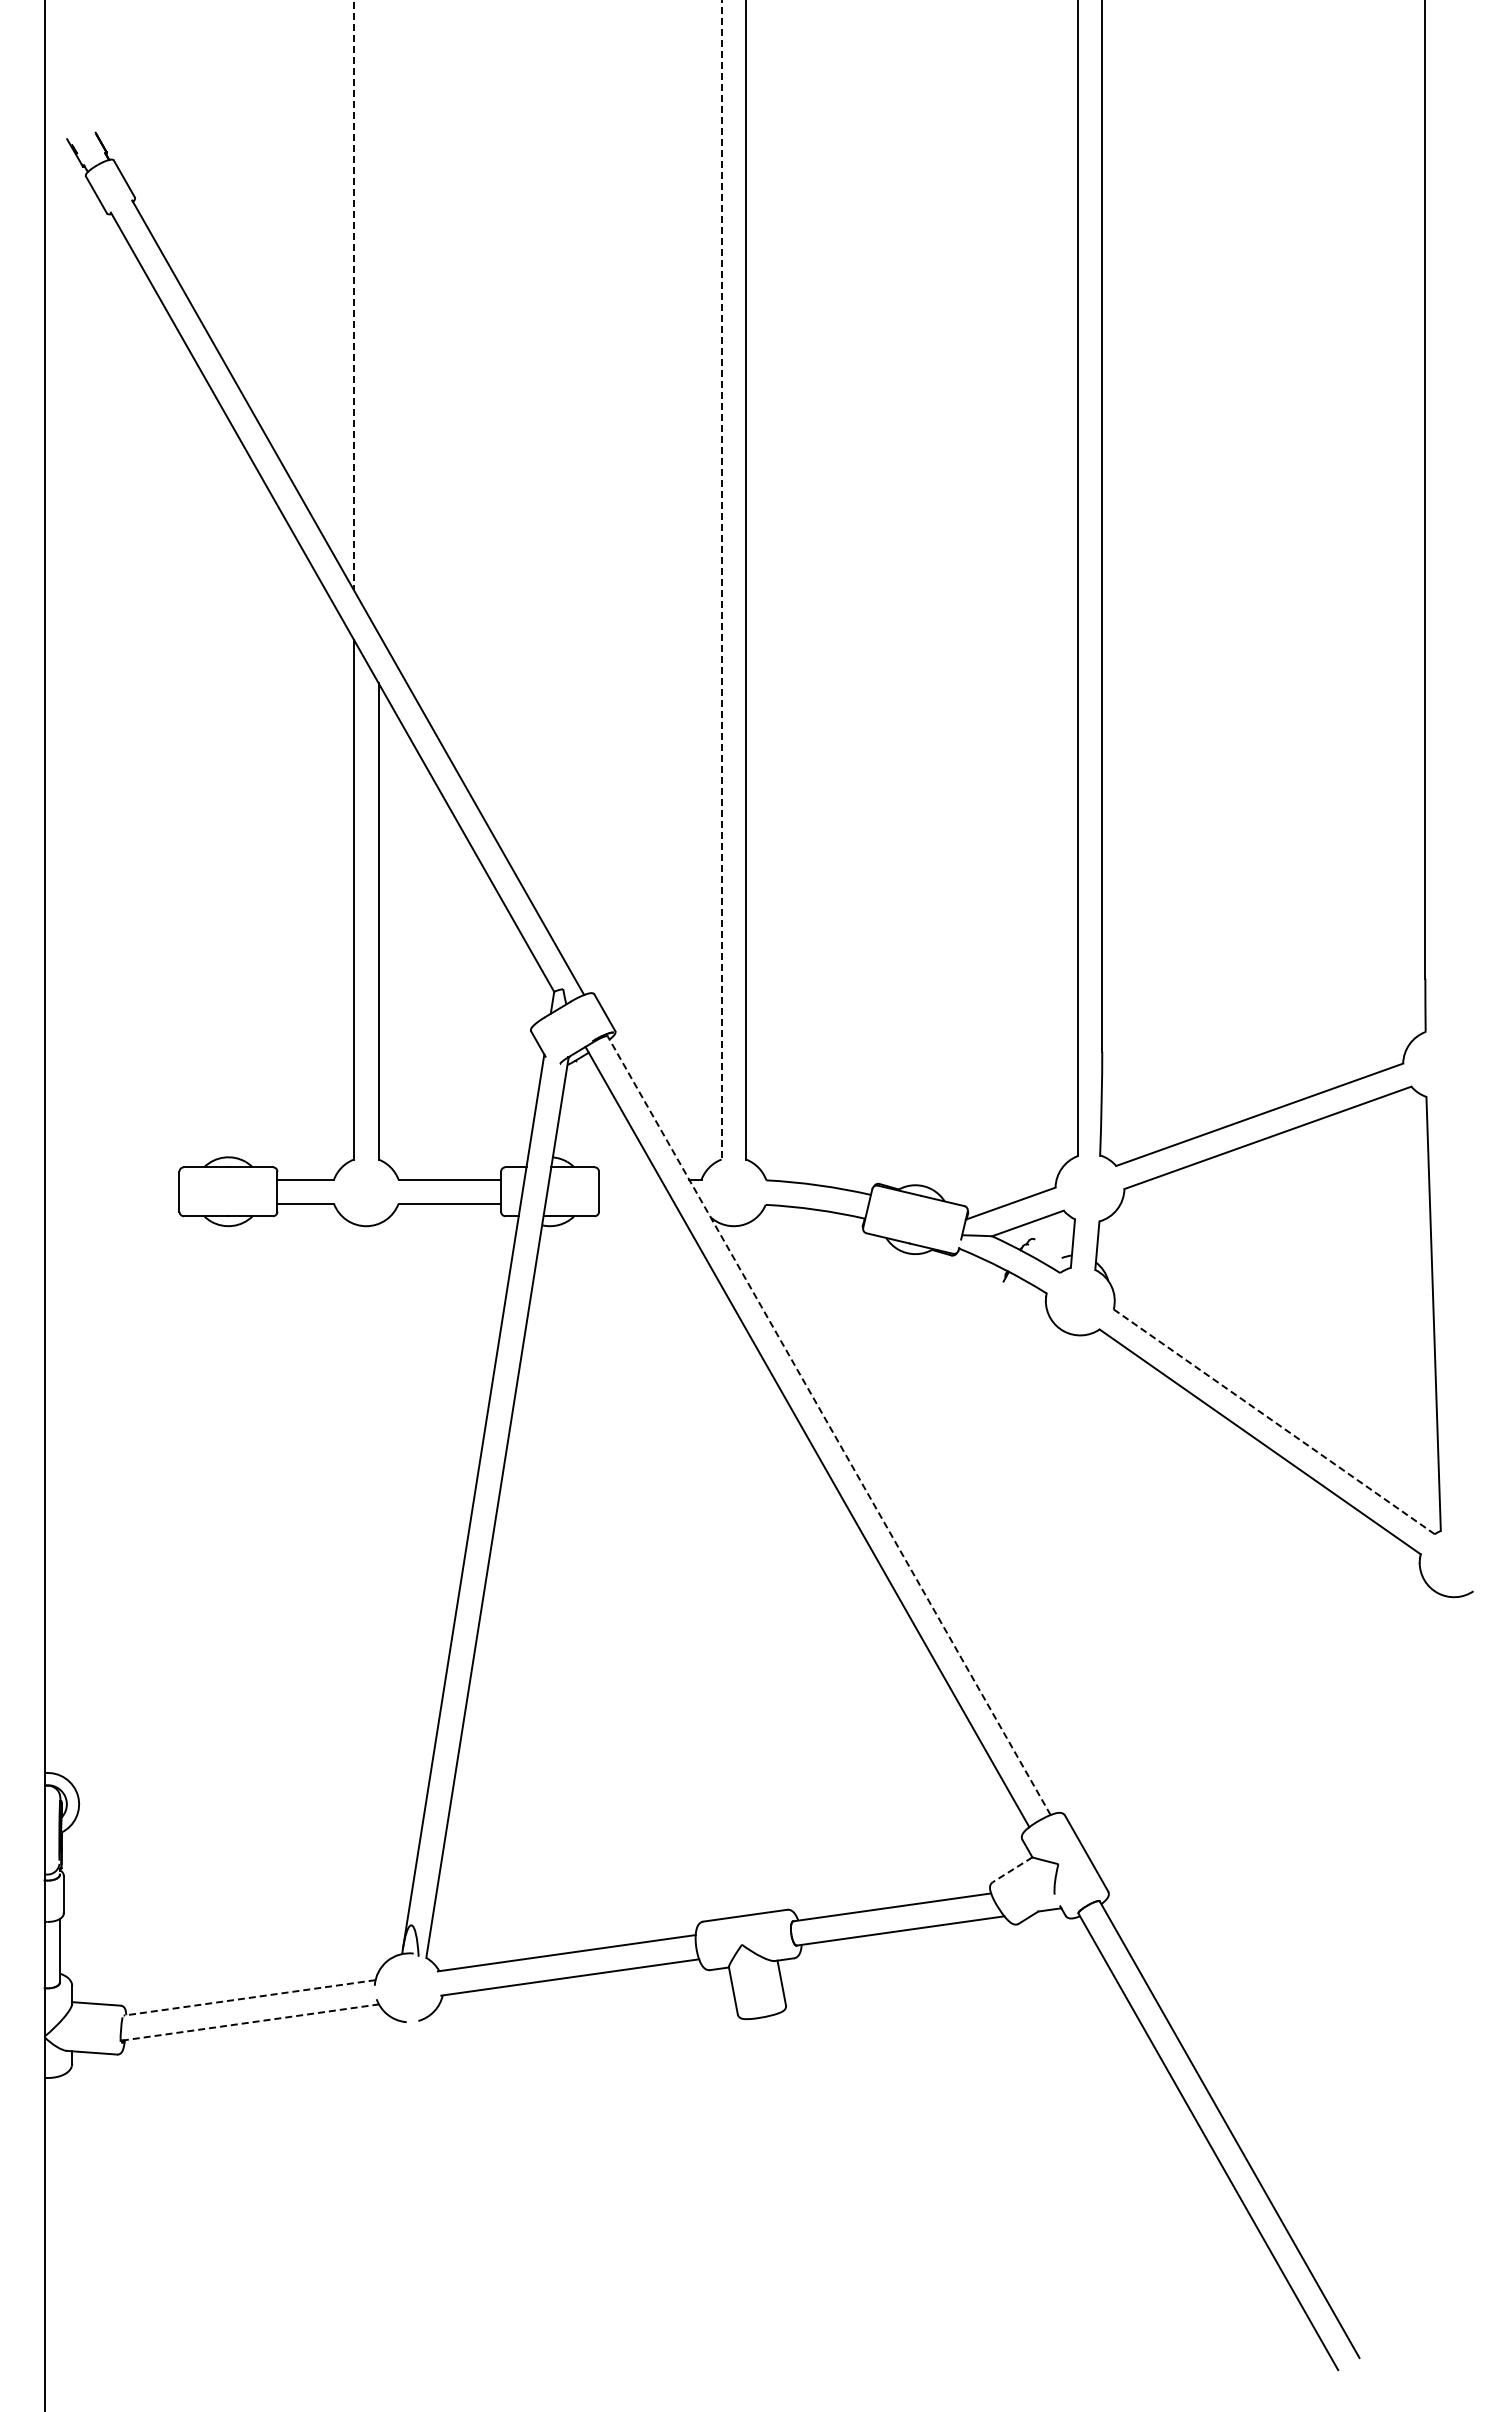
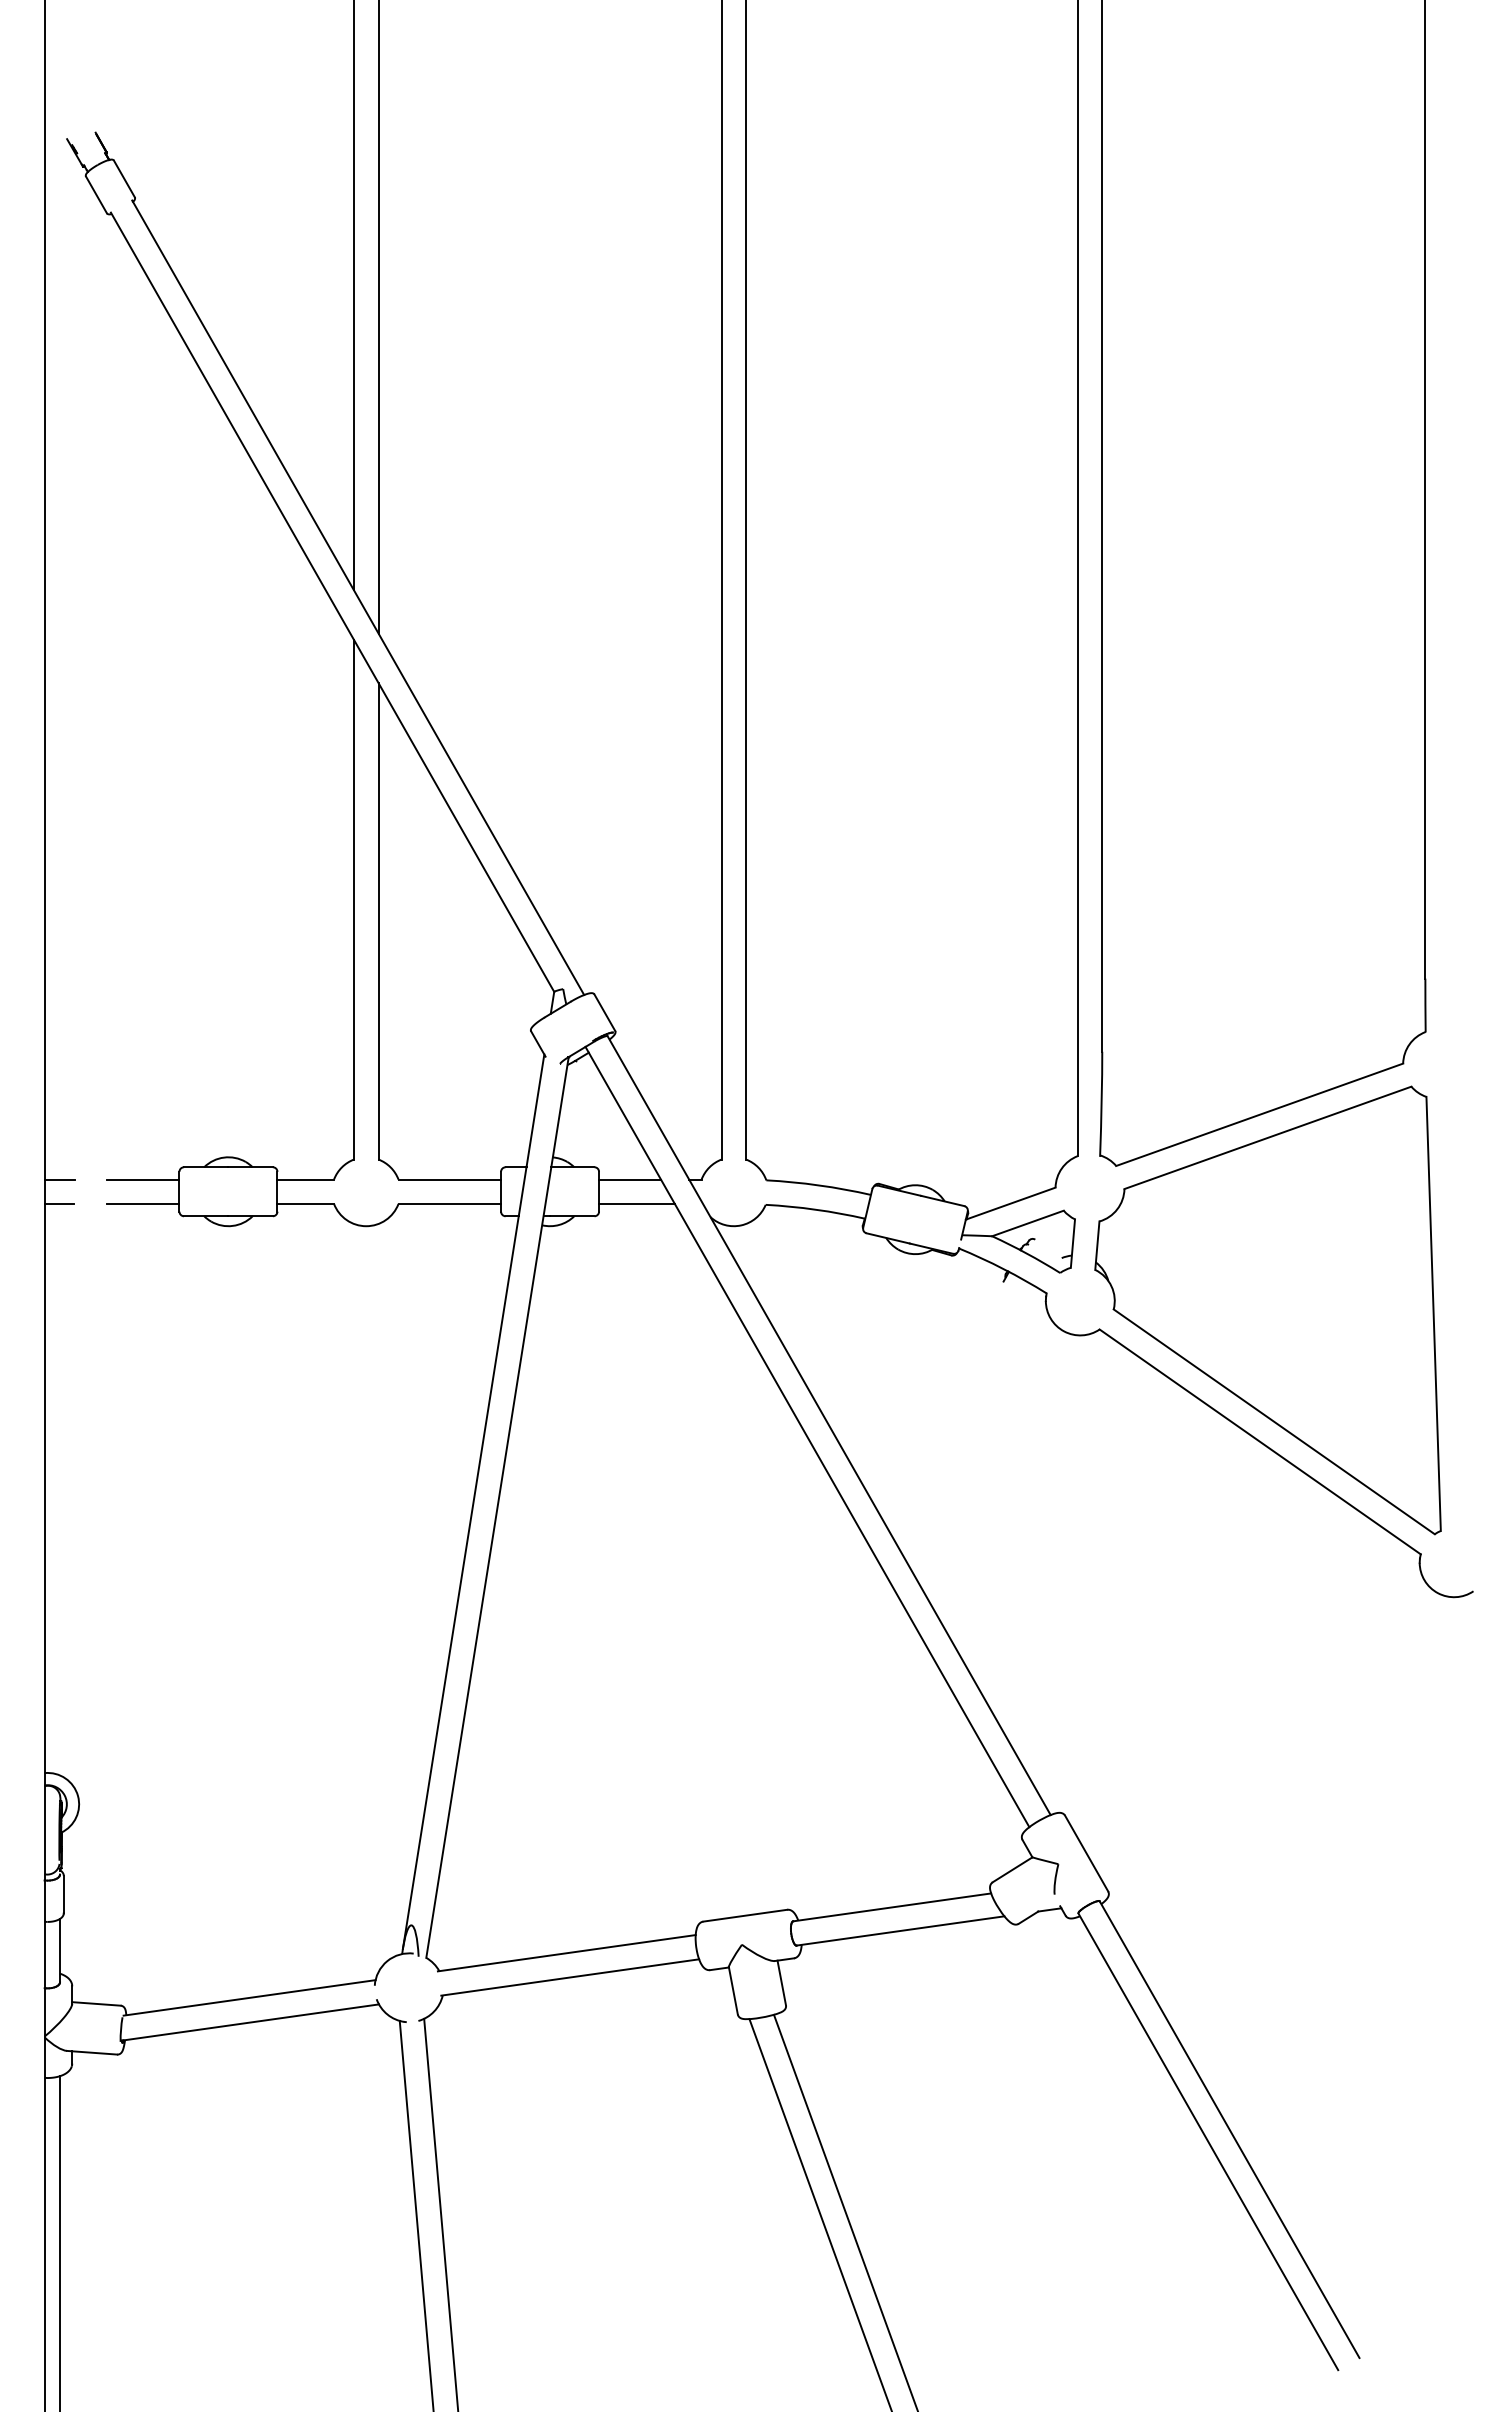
line at (354, 295): dashed -> solid
line at (378, 317): none -> present
line at (721, 579): dashed -> solid
line at (59, 1179): none -> present
line at (142, 1179): none -> present
line at (629, 1179): none -> present
line at (59, 1204): none -> present
line at (142, 1204): none -> present
line at (636, 1204): none -> present
line at (1274, 1421): dashed -> solid
line at (828, 1425): dashed -> solid
line at (1012, 1870): dashed -> solid
line at (249, 1997): dashed -> solid
line at (250, 2022): dashed -> solid
line at (844, 2211): none -> present
line at (440, 2213): none -> present
line at (819, 2213): none -> present
line at (416, 2214): none -> present
line at (59, 2242): none -> present
